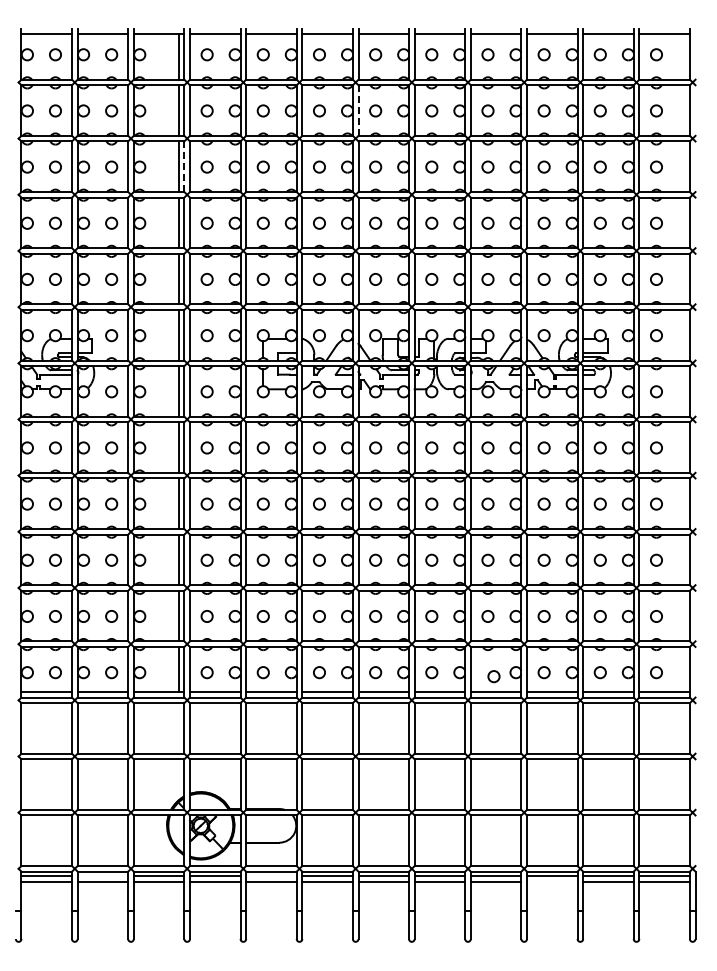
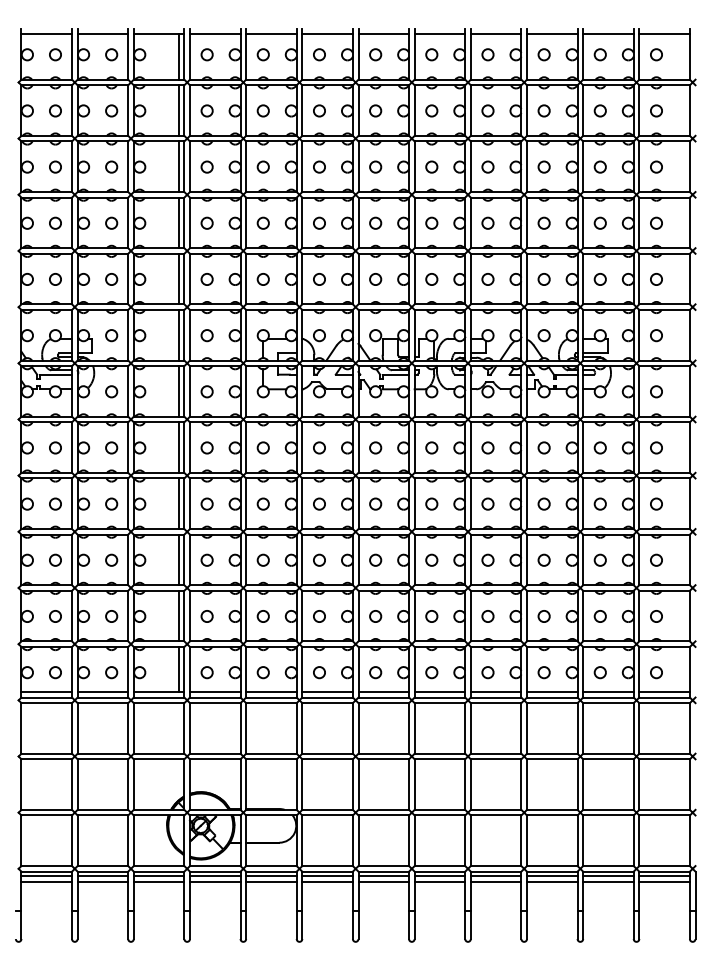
line at (358, 110): dashed -> solid
line at (184, 167): dashed -> solid
circle at (493, 676) position: (493, 676) -> (487, 672)
line at (102, 875): none -> present
line at (271, 875): none -> present
line at (552, 881): none -> present
